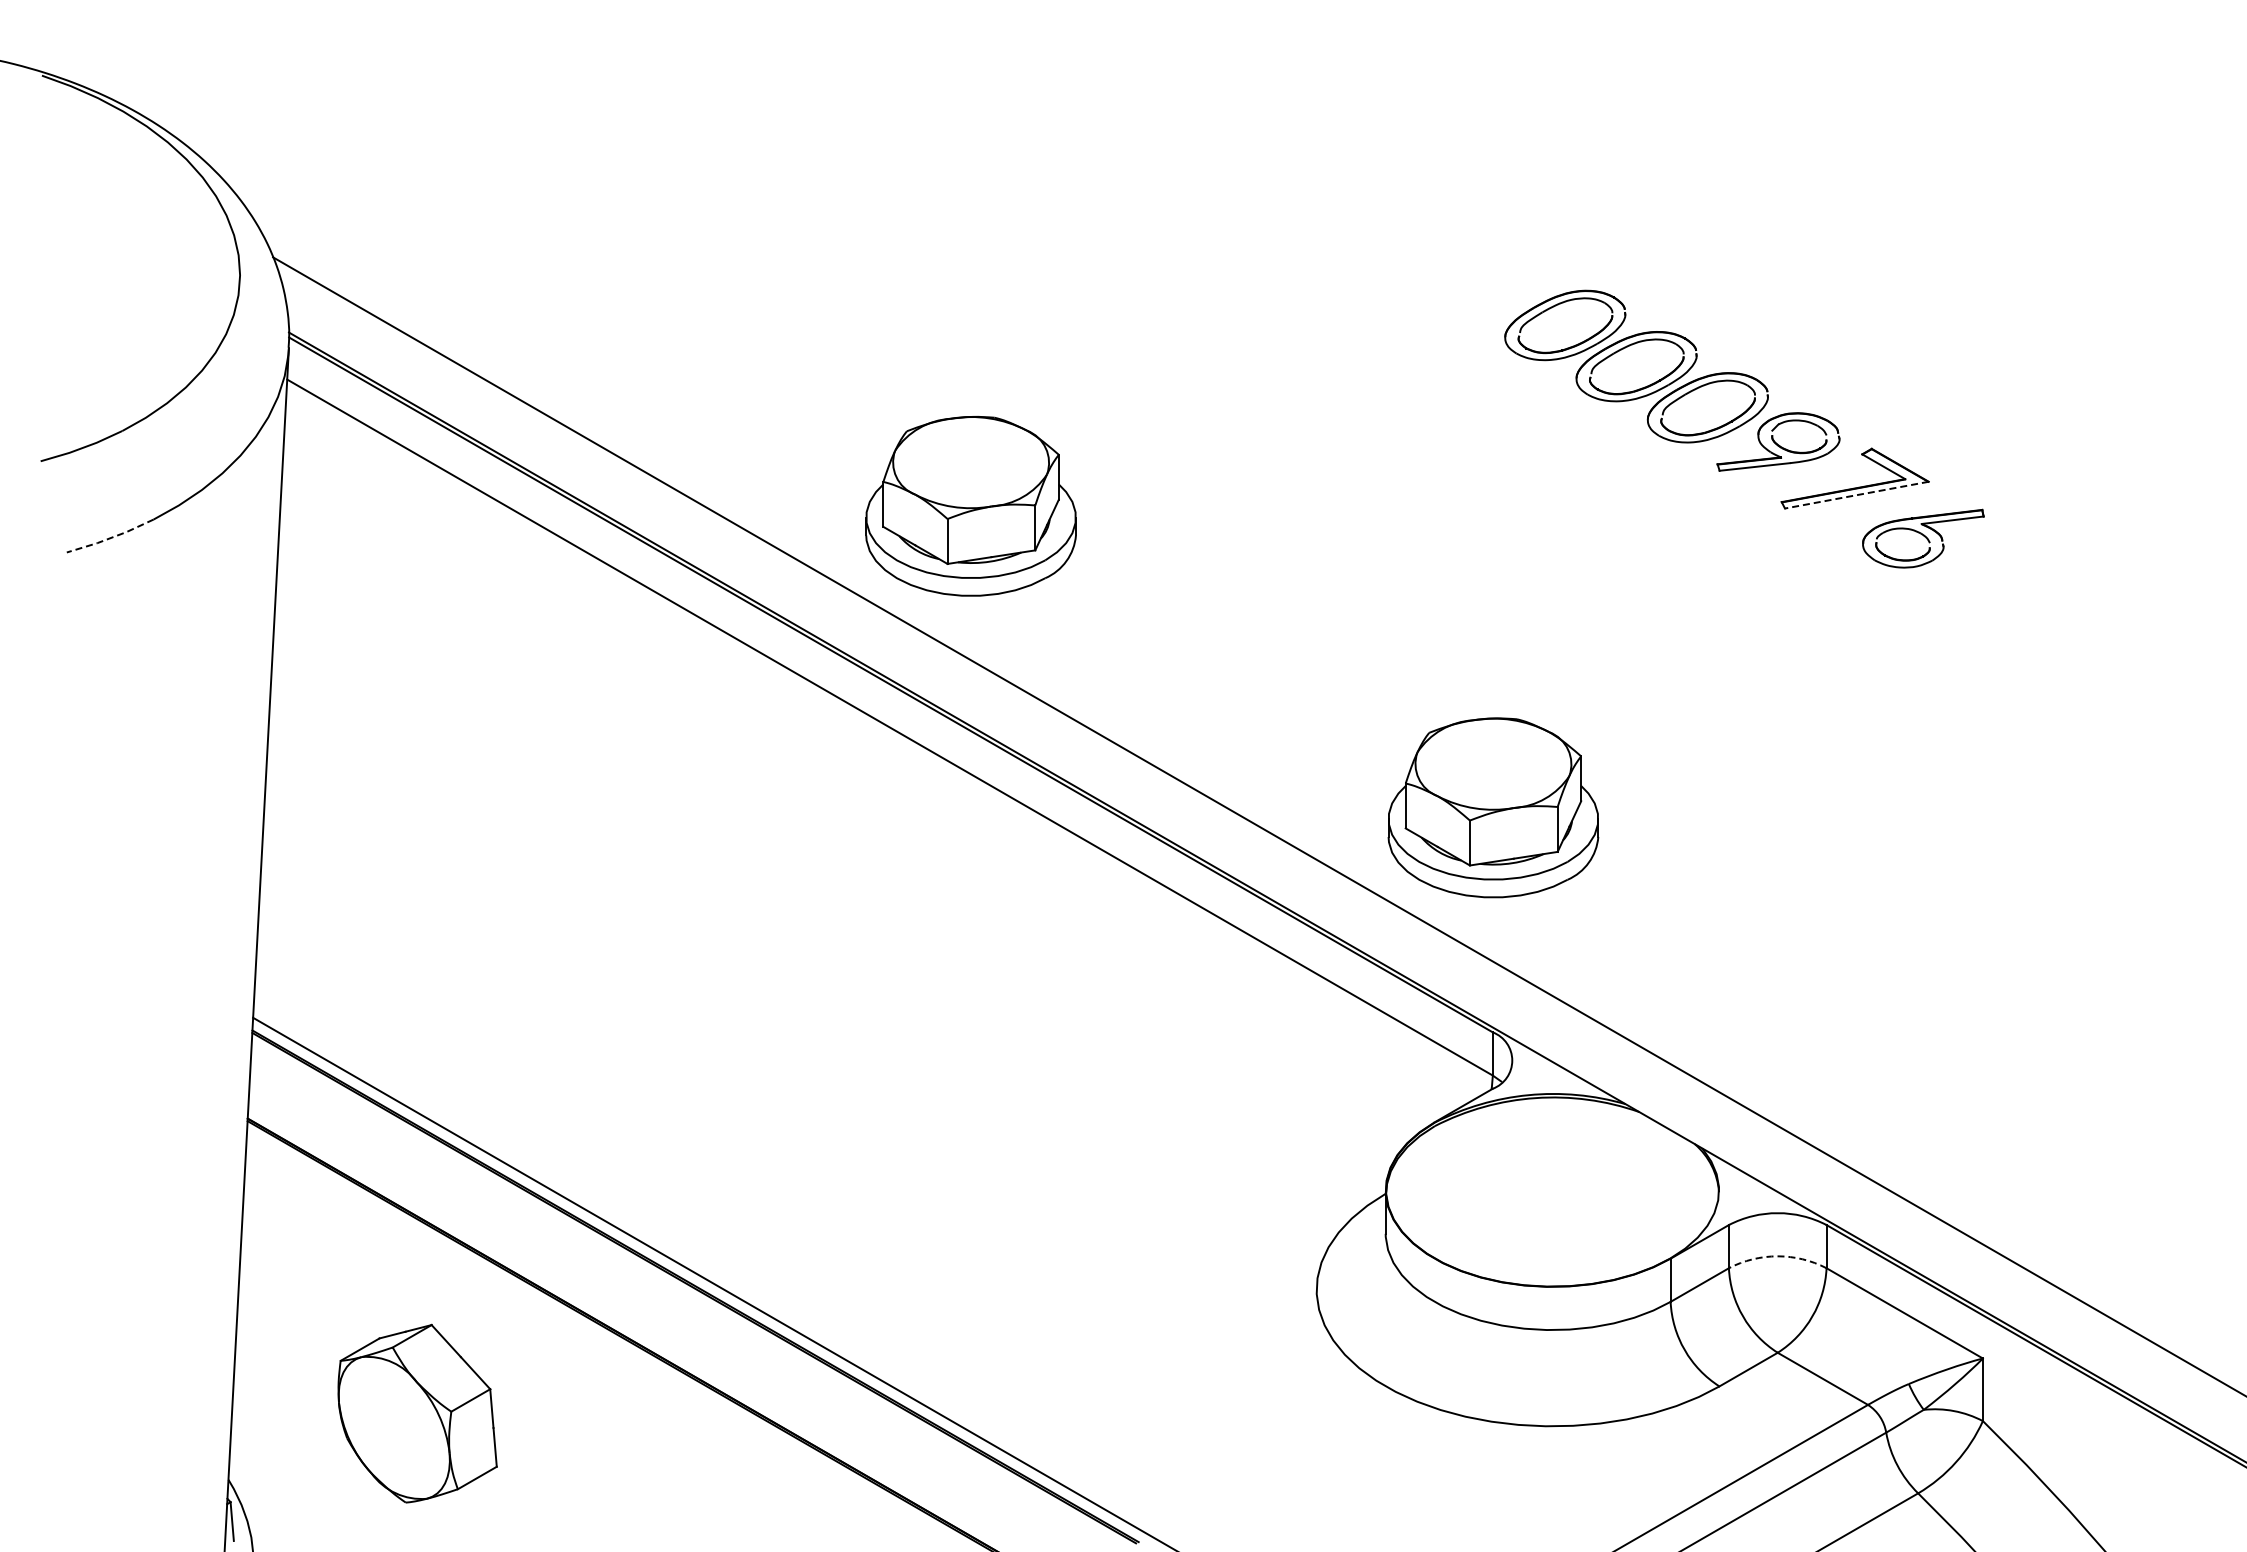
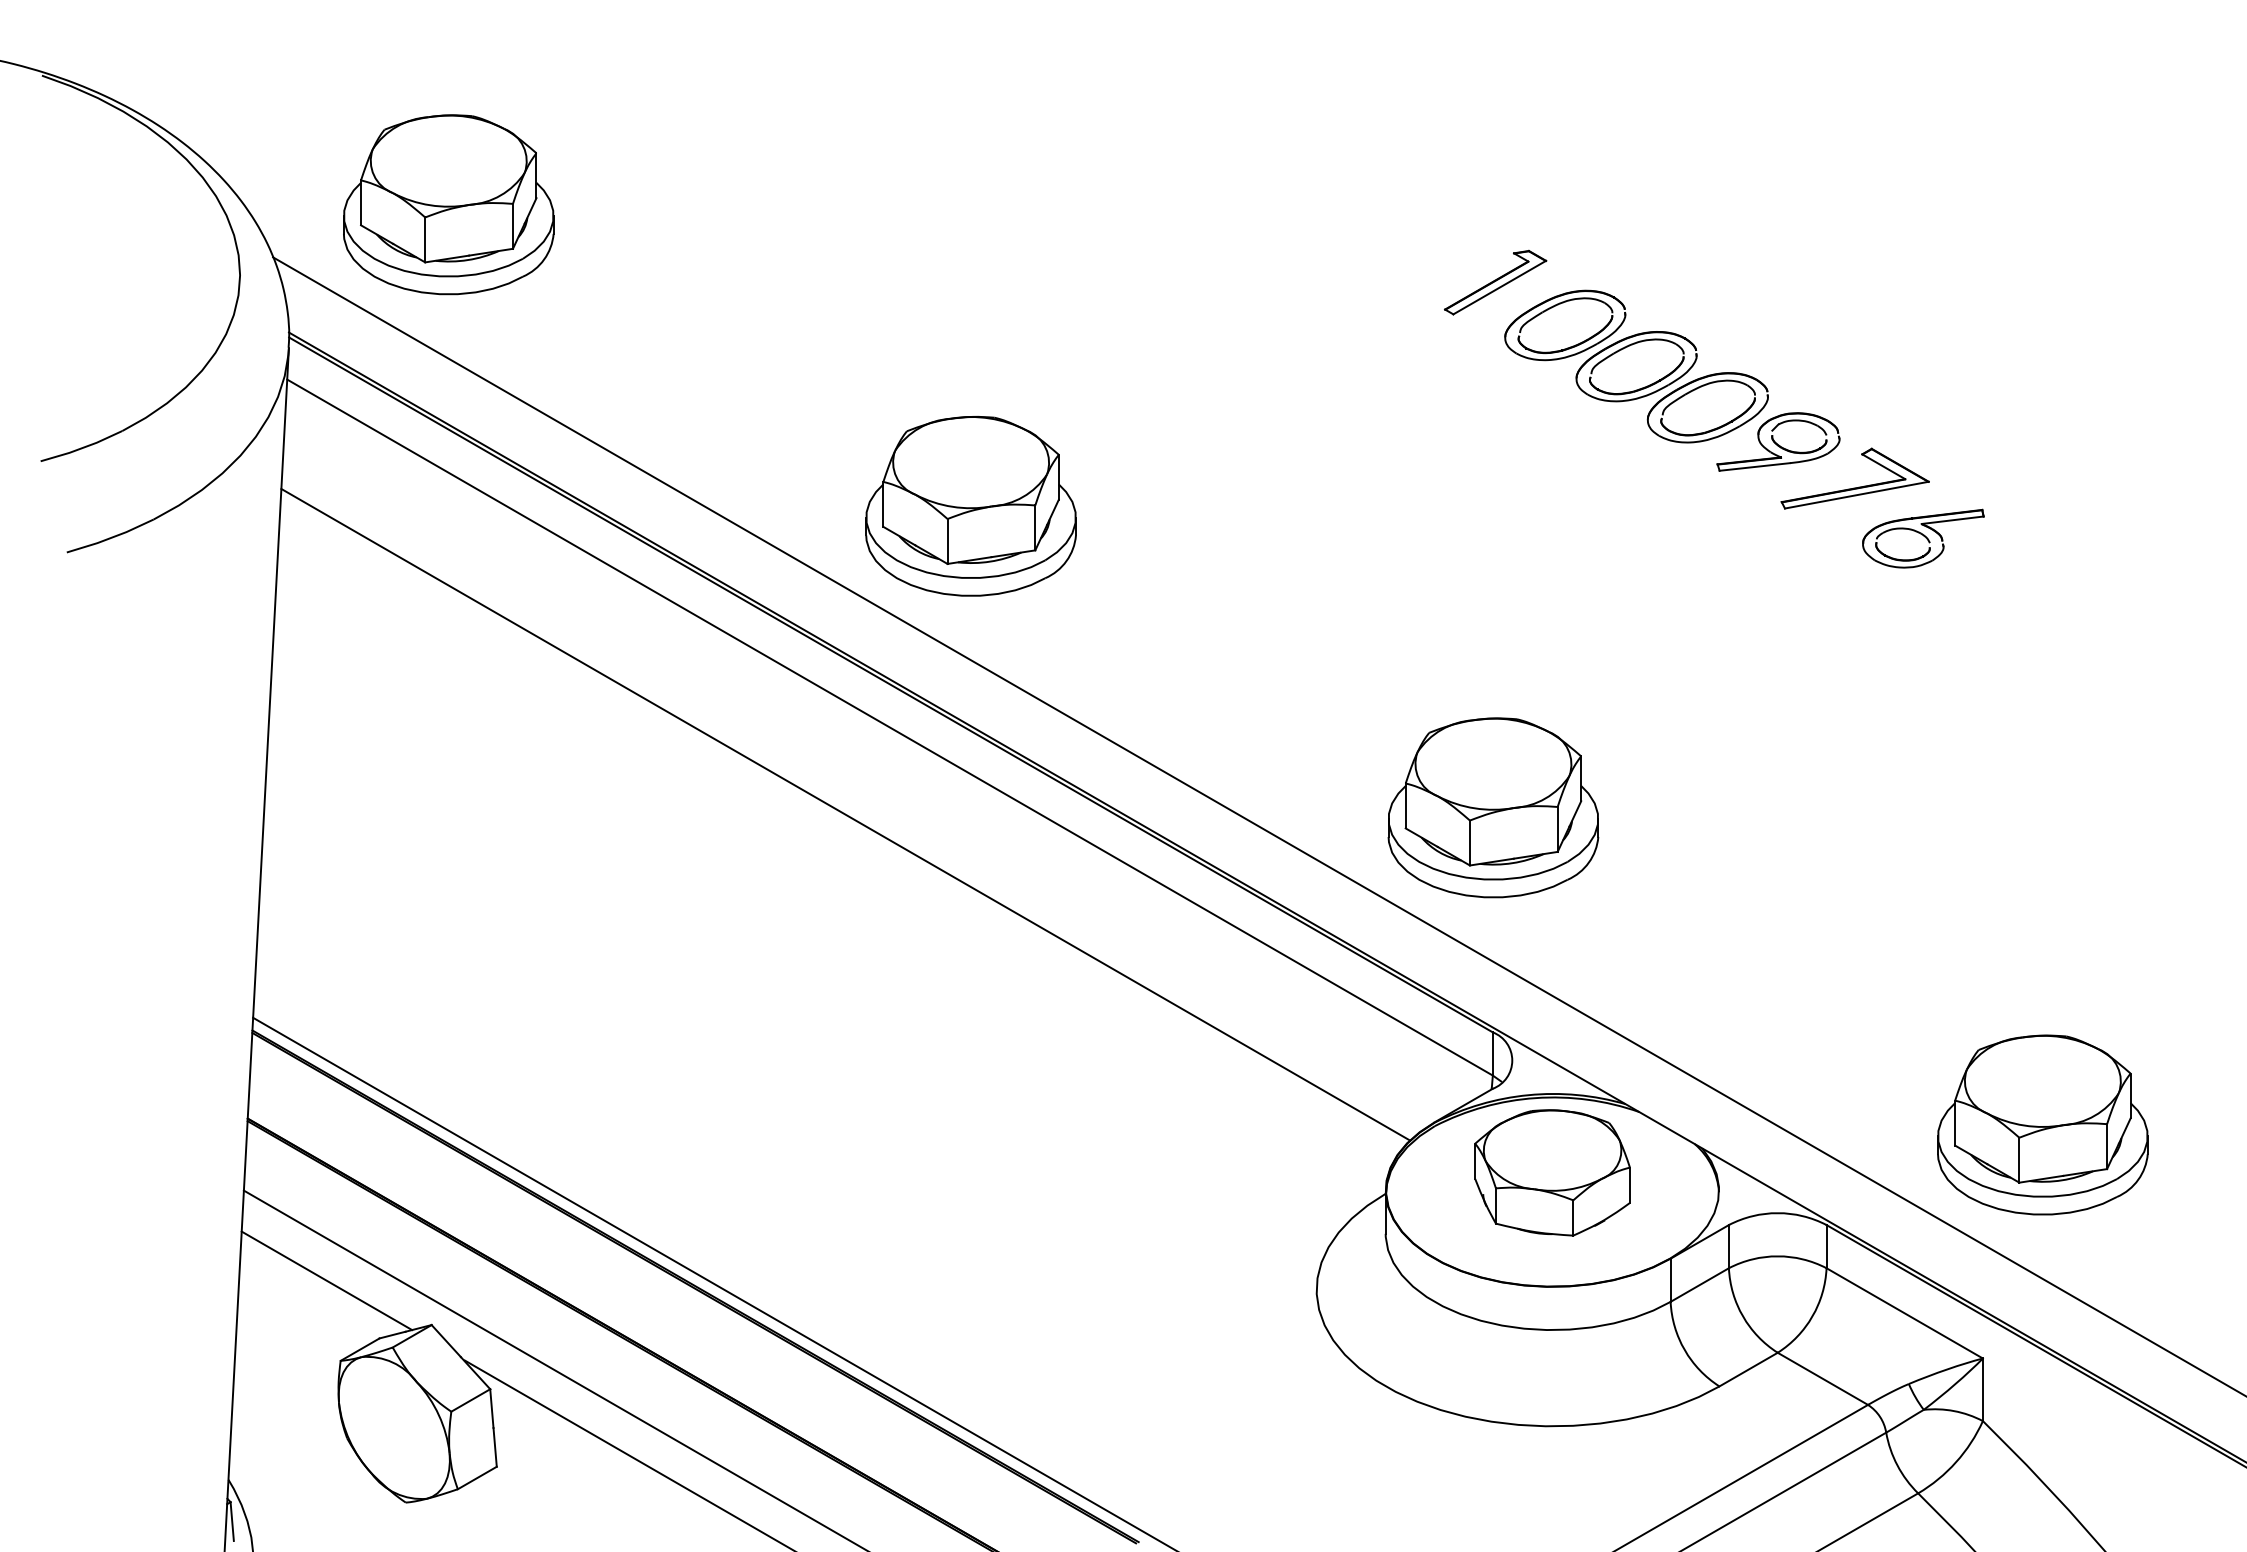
part at (448, 204): none -> present
part at (1495, 282): none -> present
line at (1856, 495): dashed -> solid
line at (110, 538): dashed -> solid
line at (845, 814): none -> present
part at (2042, 1124): none -> present
part at (1552, 1172): none -> present
arc at (1777, 1256): dashed -> solid
line at (326, 1280): none -> present
line at (553, 1369): none -> present
line at (627, 1454): none -> present
